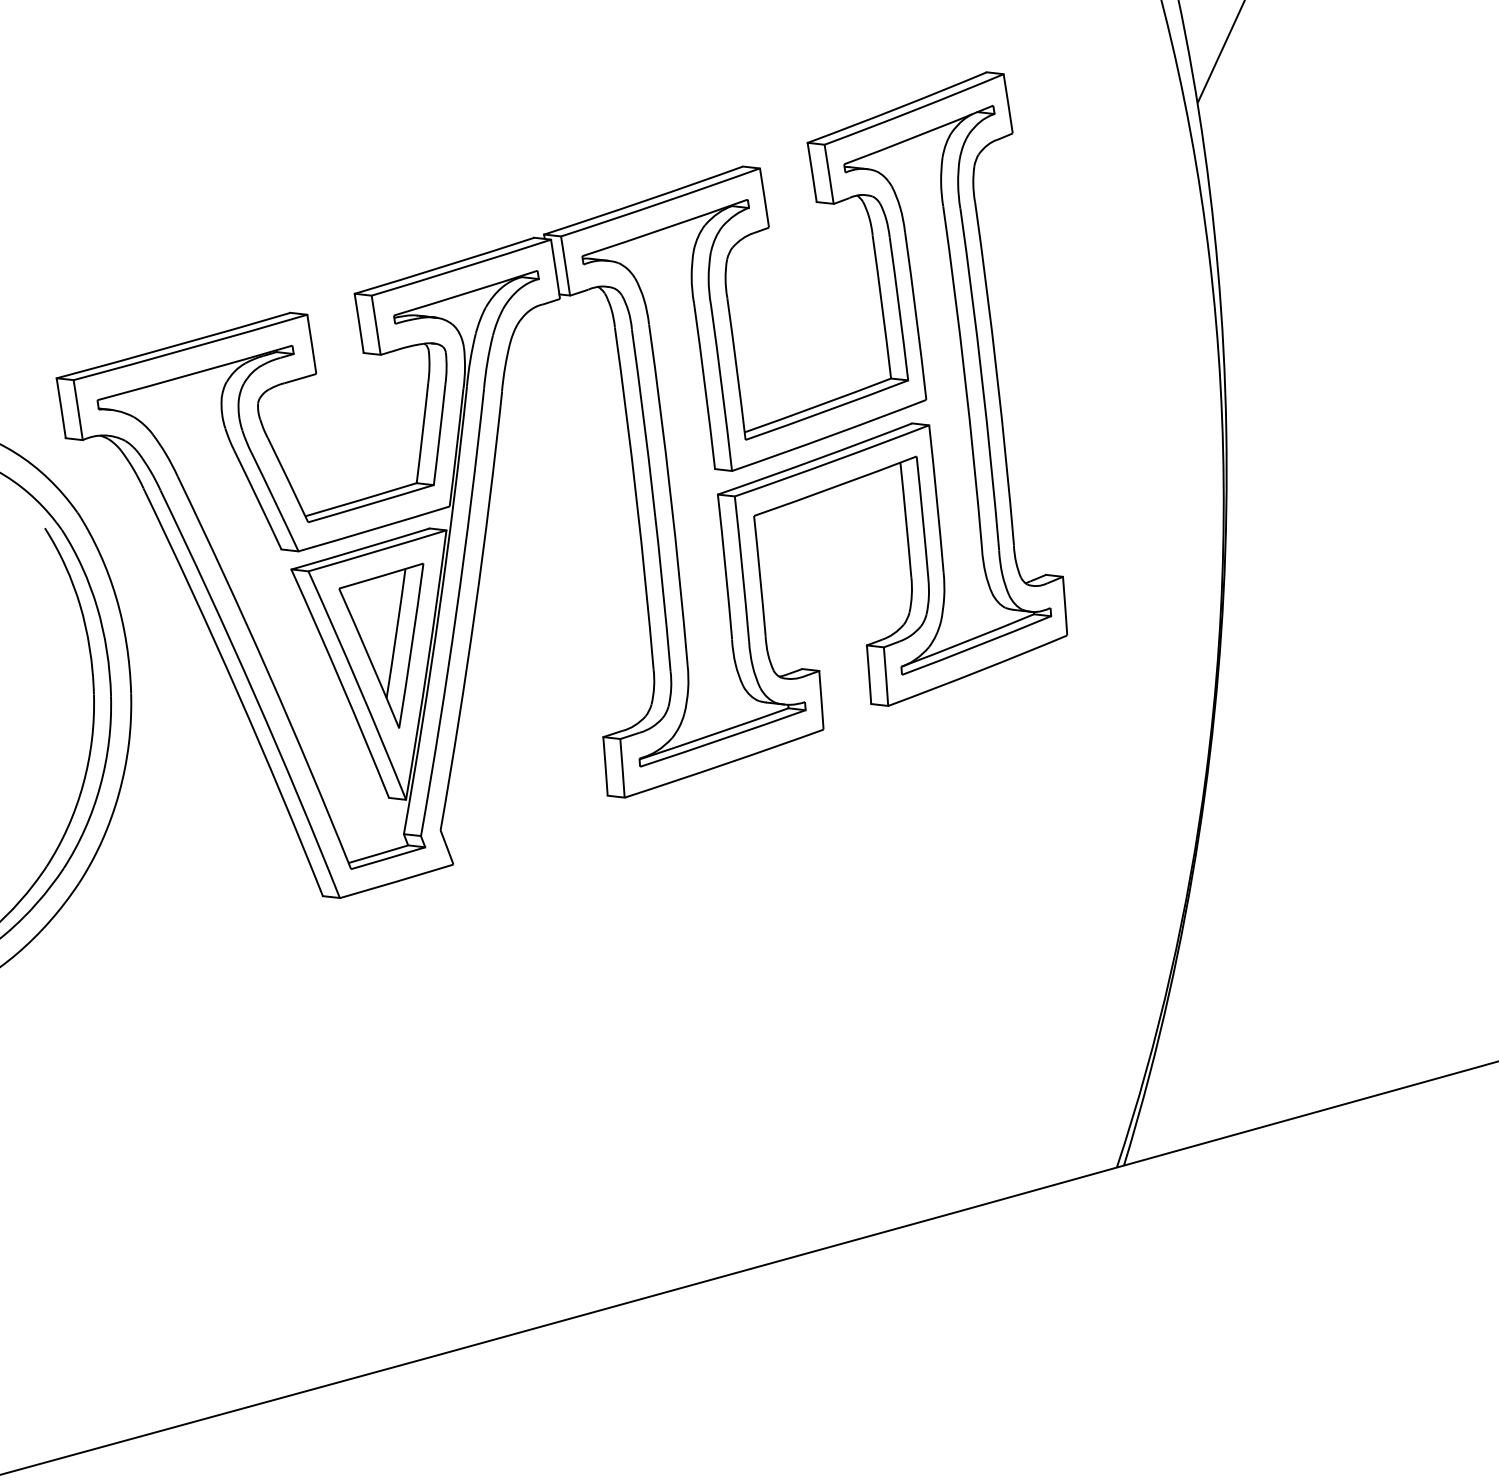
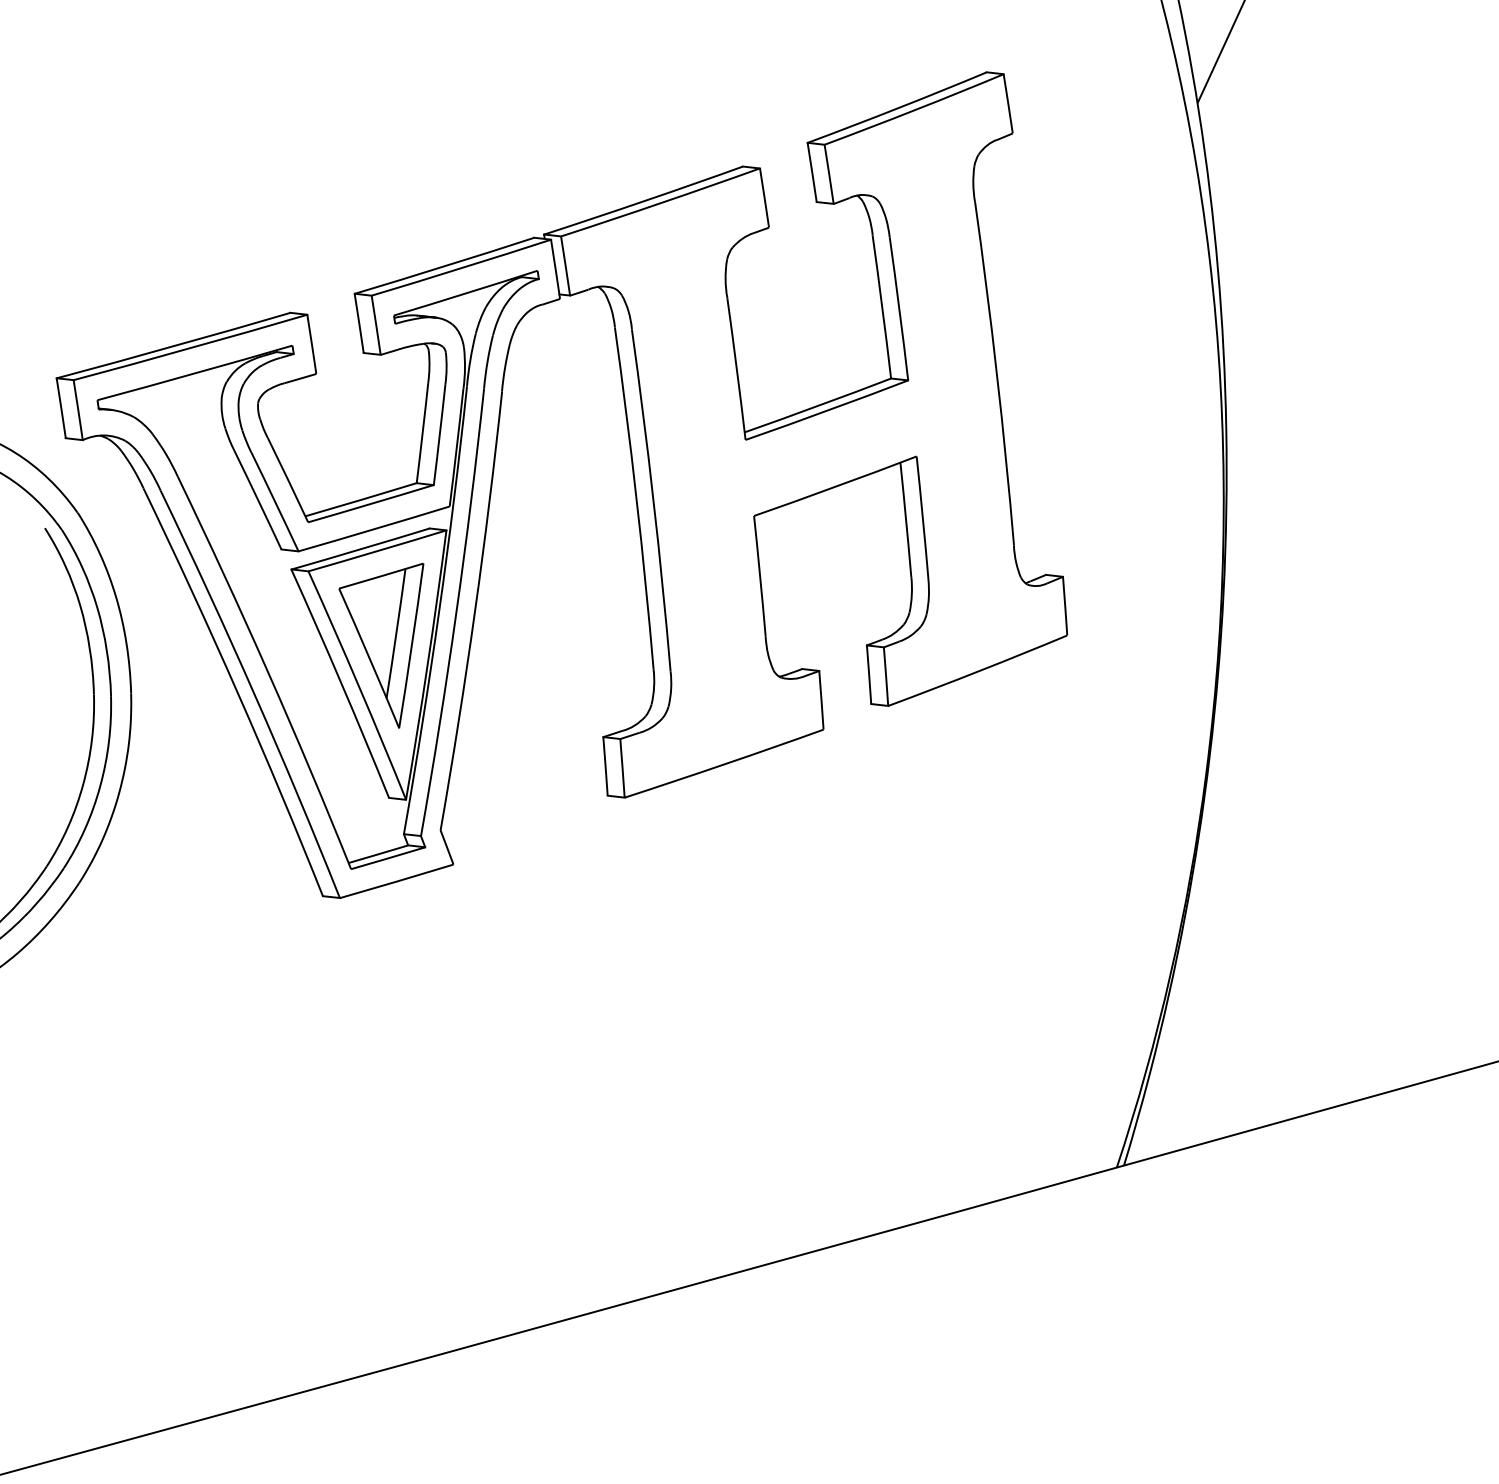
part at (816, 436): present -> none
